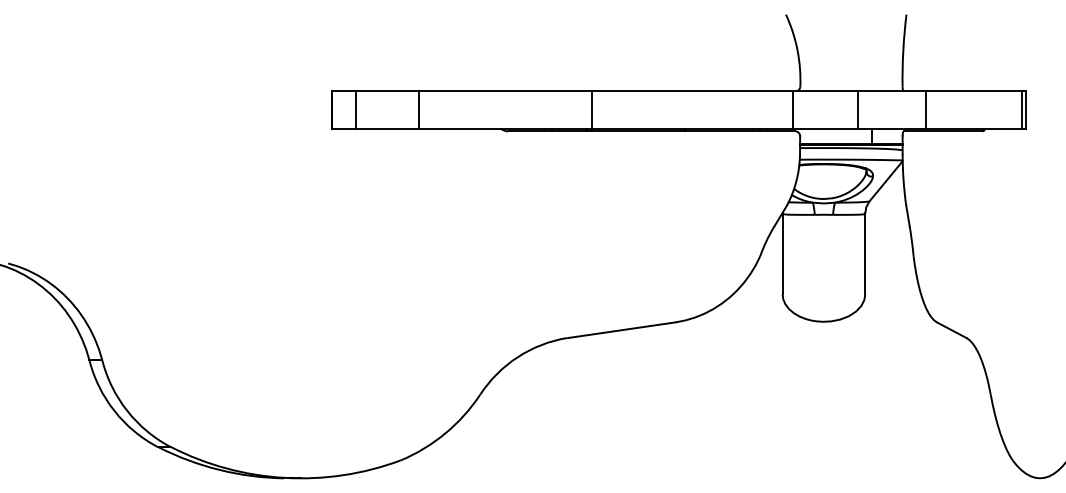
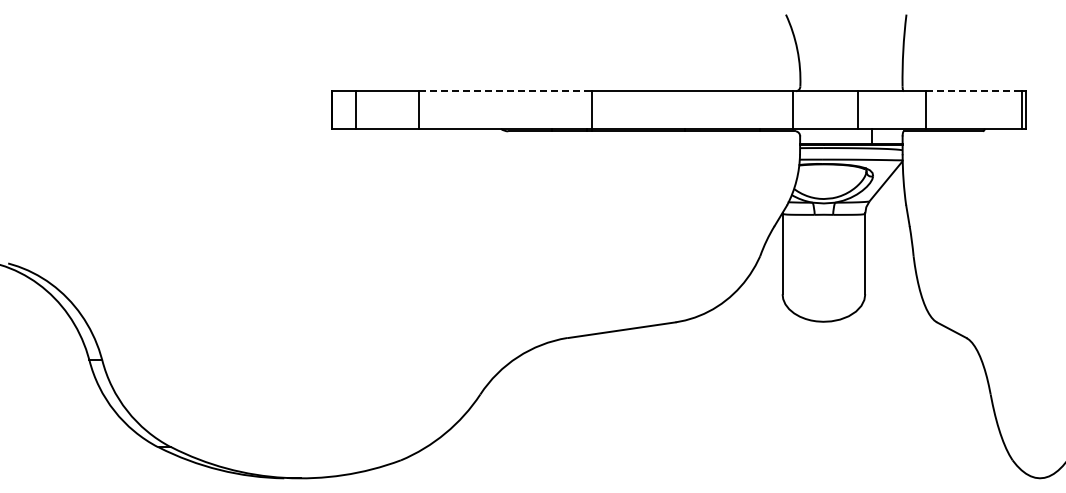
line at (506, 91): solid -> dashed
line at (973, 91): solid -> dashed
